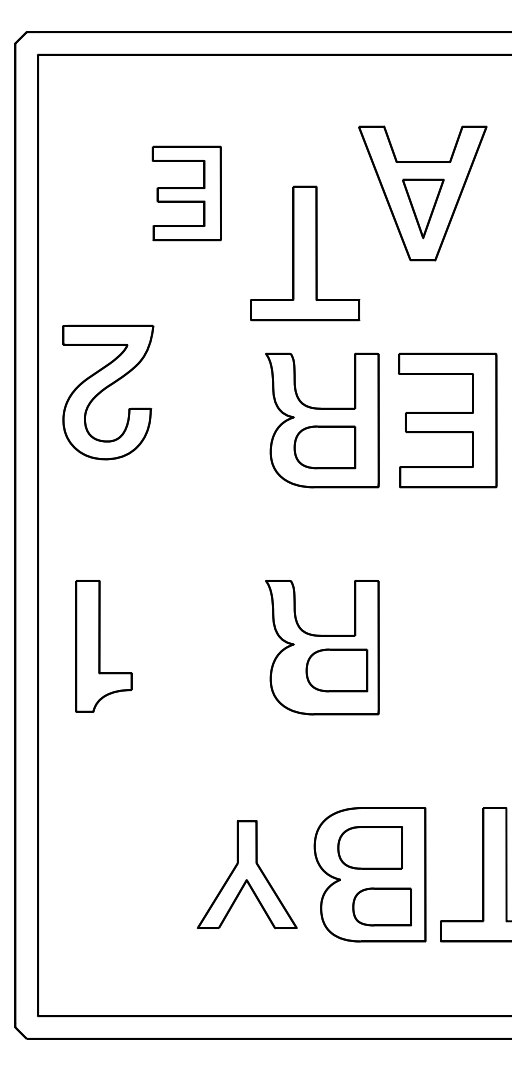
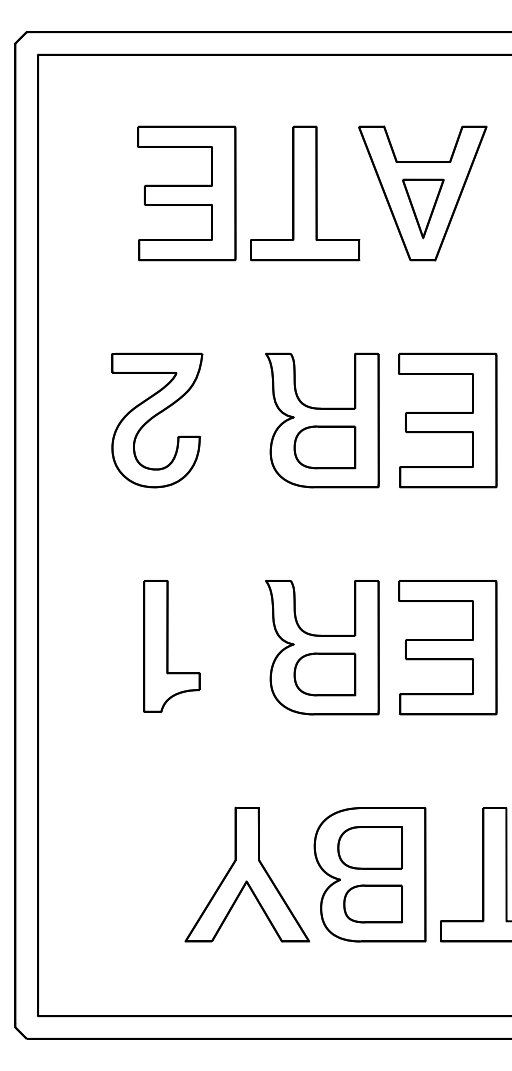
part at (186, 193) size: 71x97 px -> 100x137 px
part at (305, 253) position: (305, 253) -> (305, 193)
part at (108, 392) position: (108, 392) -> (157, 420)
part at (103, 646) position: (103, 646) -> (171, 646)
part at (447, 647): none -> present
part at (336, 670) position: (336, 670) -> (324, 674)
part at (247, 874) size: 101x110 px -> 126x137 px
part at (381, 906) position: (381, 906) -> (372, 903)
